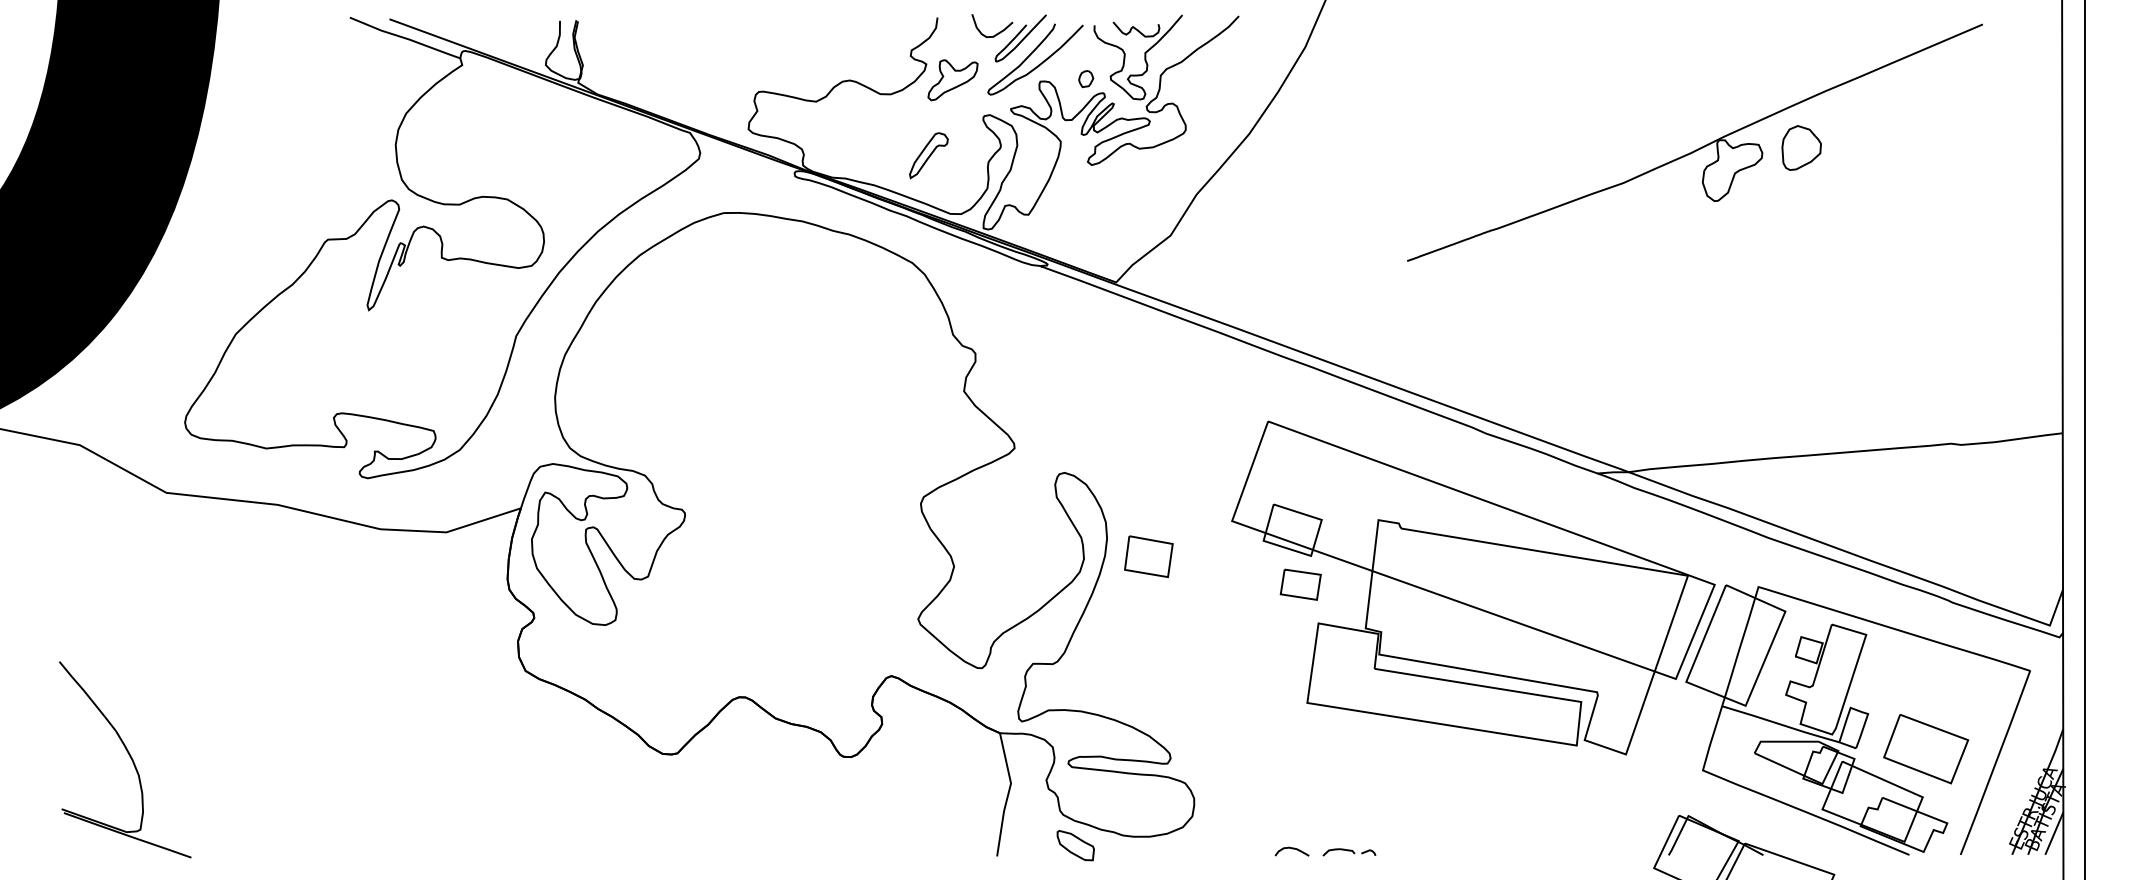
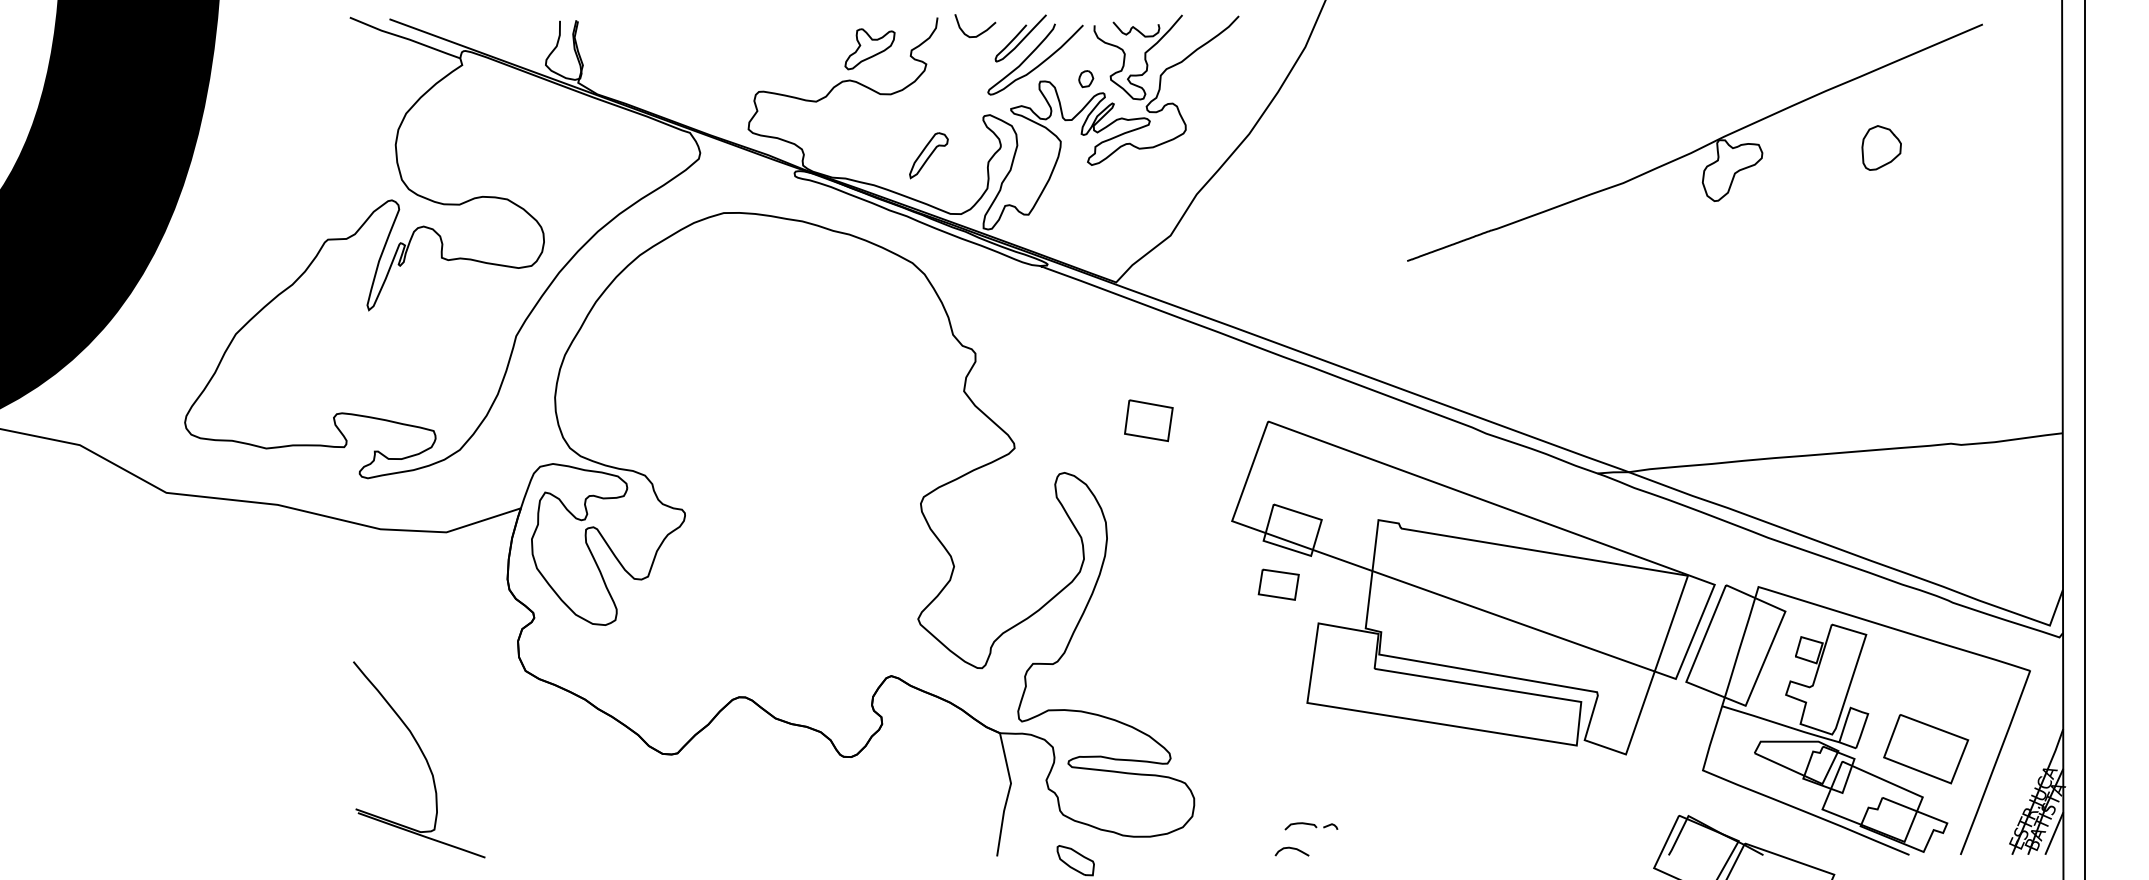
curve at (996, 33) position: (996, 33) -> (979, 33)
part at (952, 80) position: (952, 80) -> (869, 49)
part at (1801, 147) position: (1801, 147) -> (1881, 147)
part at (1148, 556) position: (1148, 556) -> (1148, 420)
part at (1300, 584) position: (1300, 584) -> (1278, 584)
part at (125, 759) position: (125, 759) -> (419, 759)
part at (1075, 845) position: (1075, 845) -> (1075, 860)
part at (1349, 852) position: (1349, 852) -> (1311, 826)
